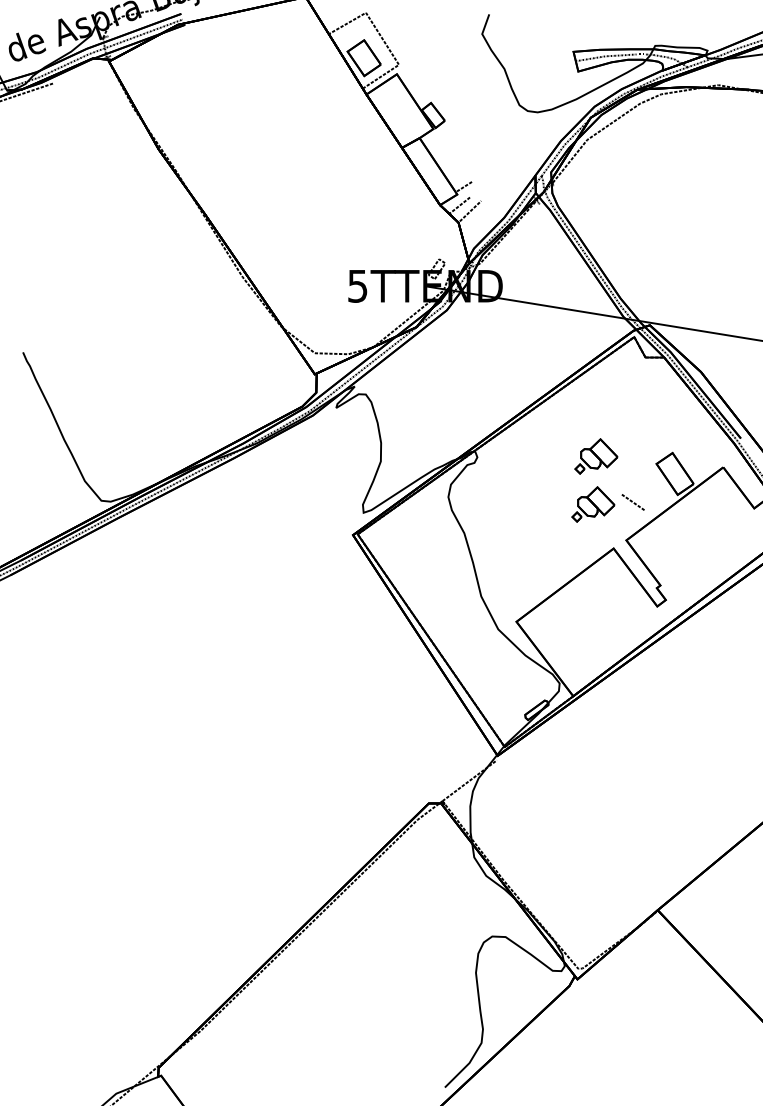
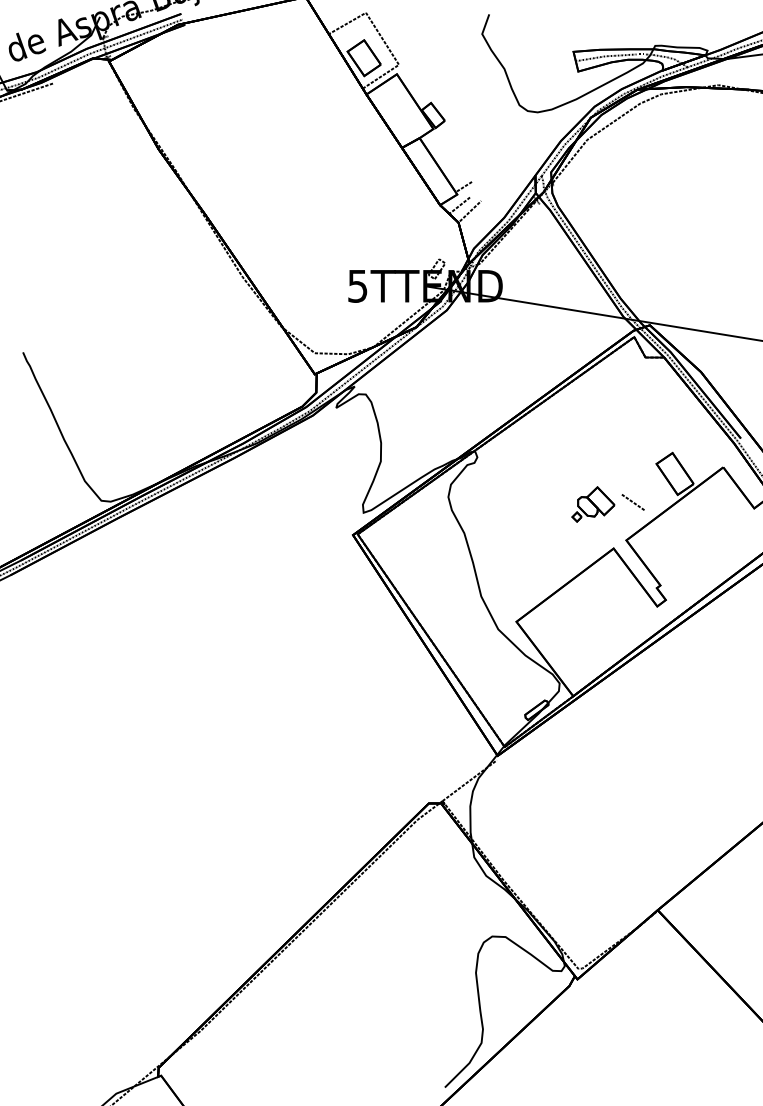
part at (596, 456): present -> none
